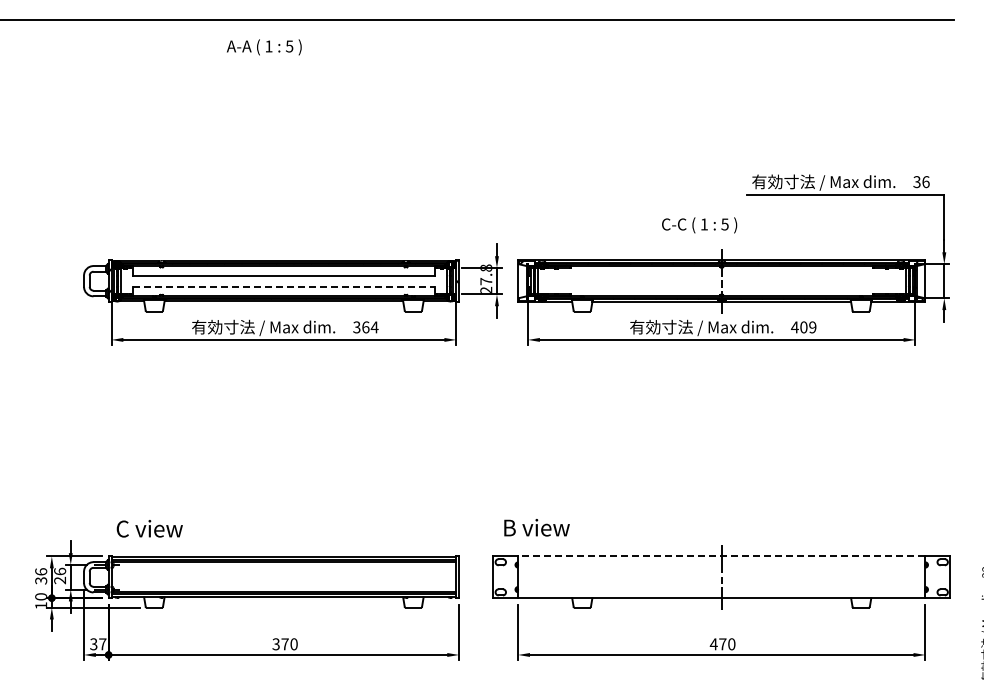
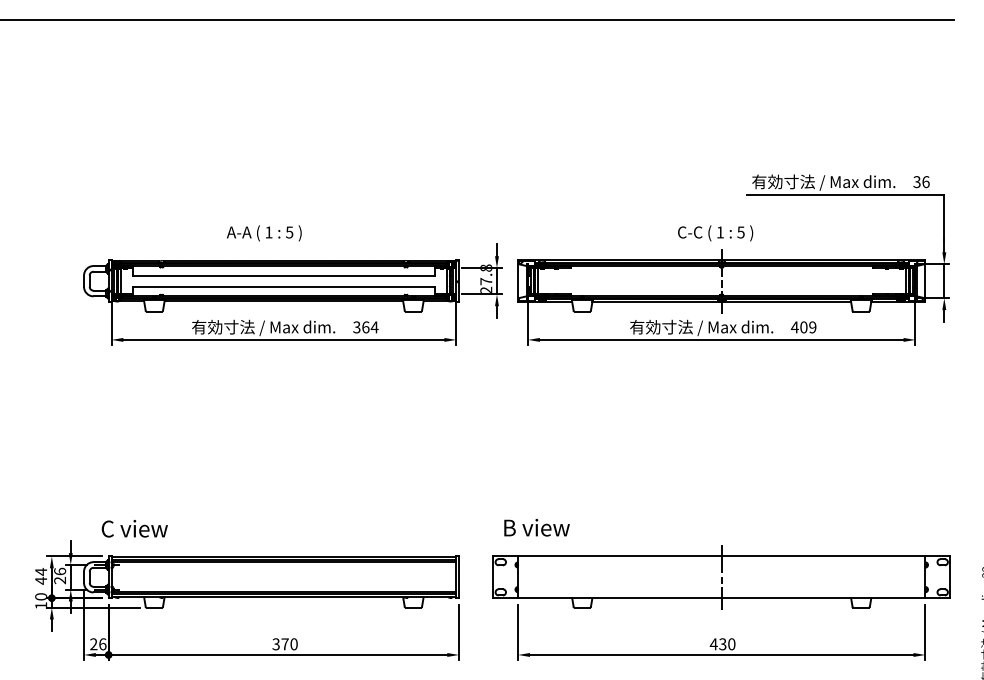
text at (264, 47) position: (264, 47) -> (264, 233)
text at (699, 225) position: (699, 225) -> (715, 233)
line at (284, 286): dashed -> solid
text at (149, 528) position: (149, 528) -> (134, 528)
line at (721, 556): dashed -> solid
text at (41, 575): 36 -> 44
text at (98, 644): 37 -> 26
text at (722, 644): 470 -> 430
